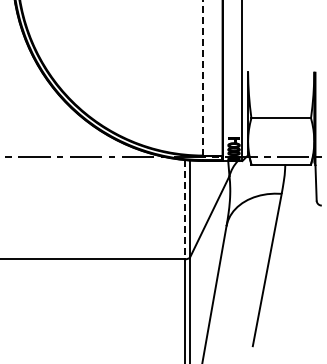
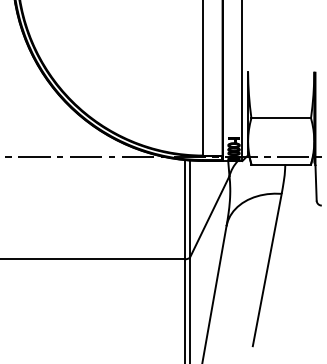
line at (203, 77): dashed -> solid
line at (184, 209): dashed -> solid
